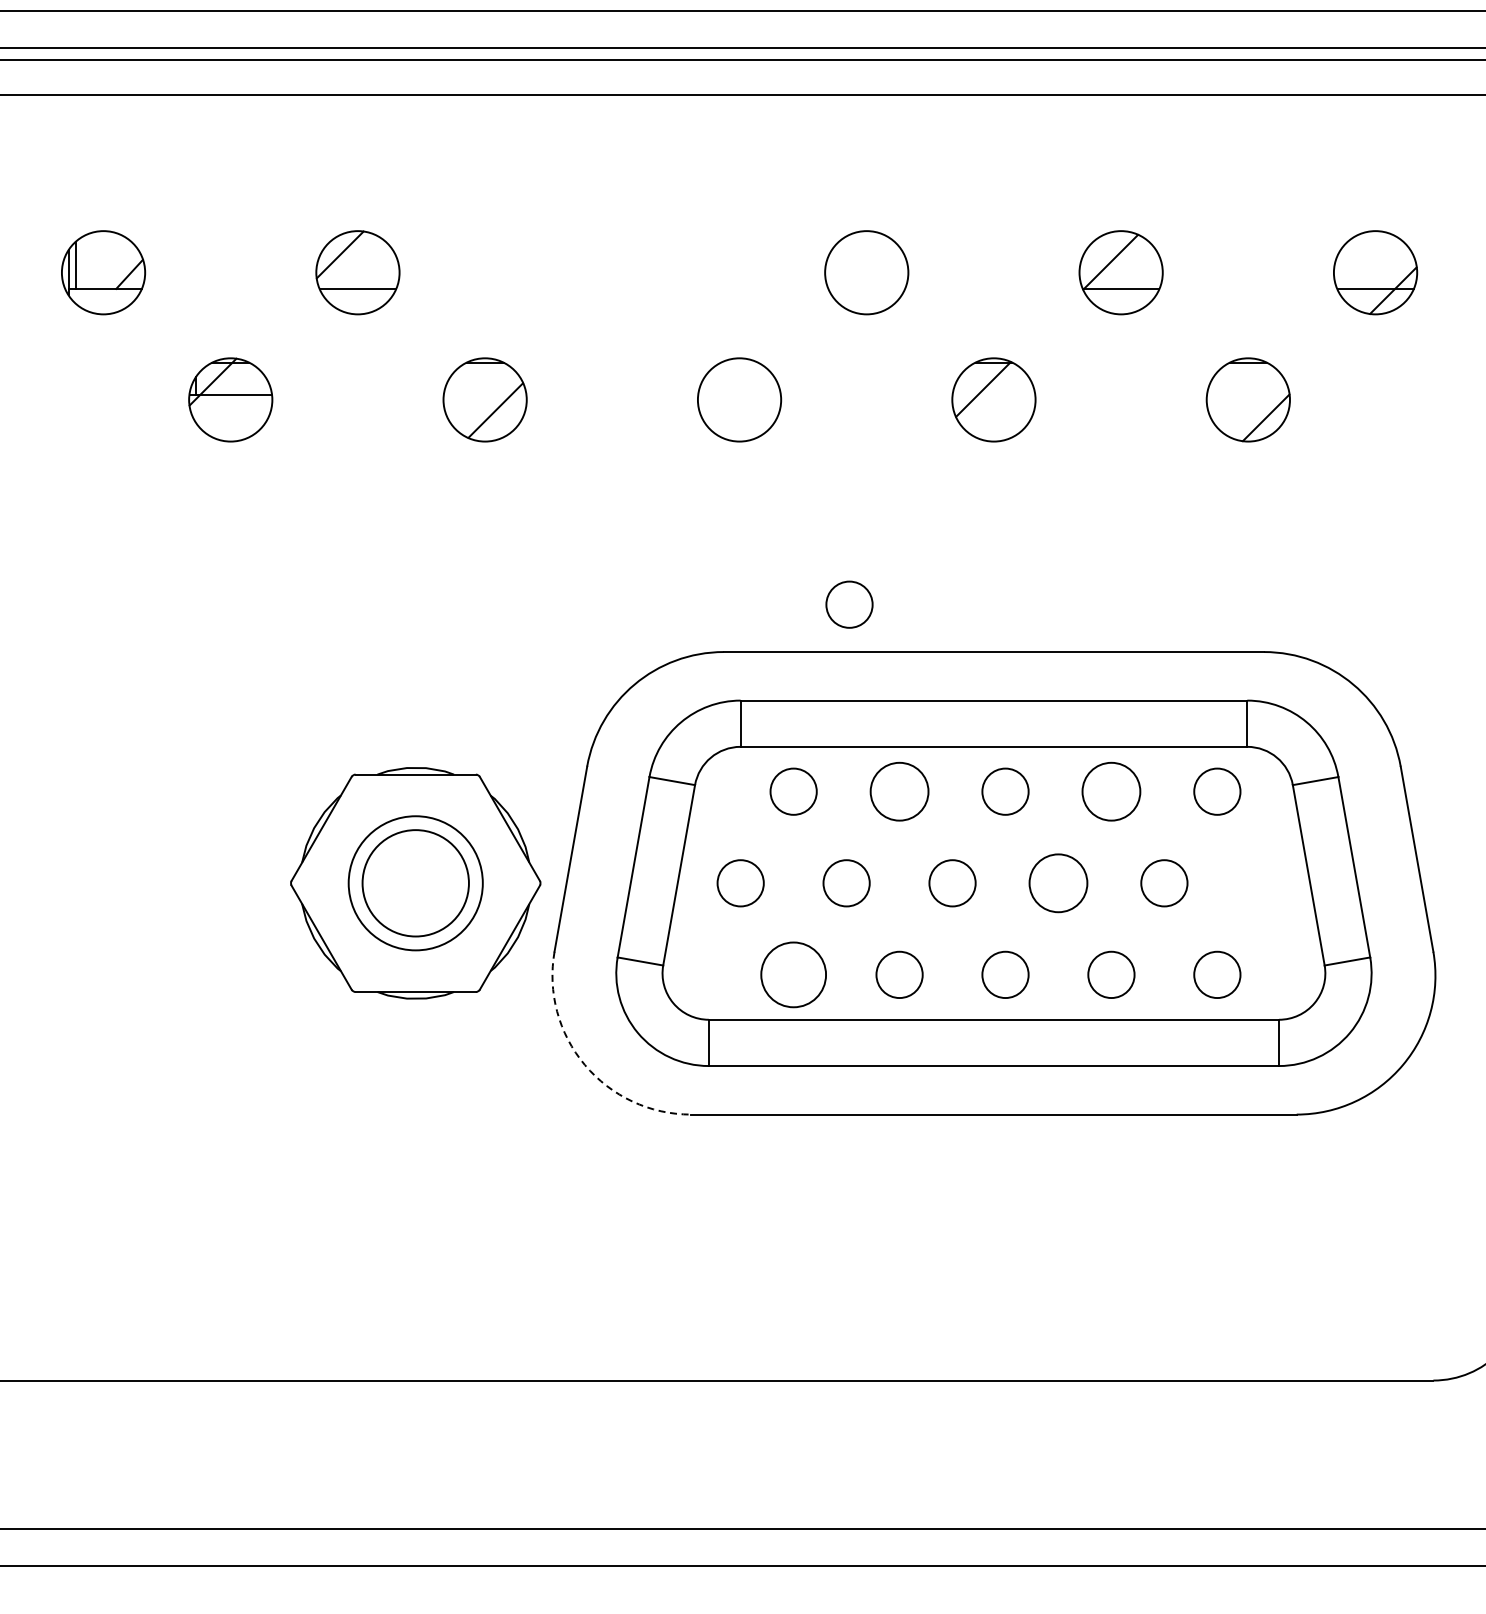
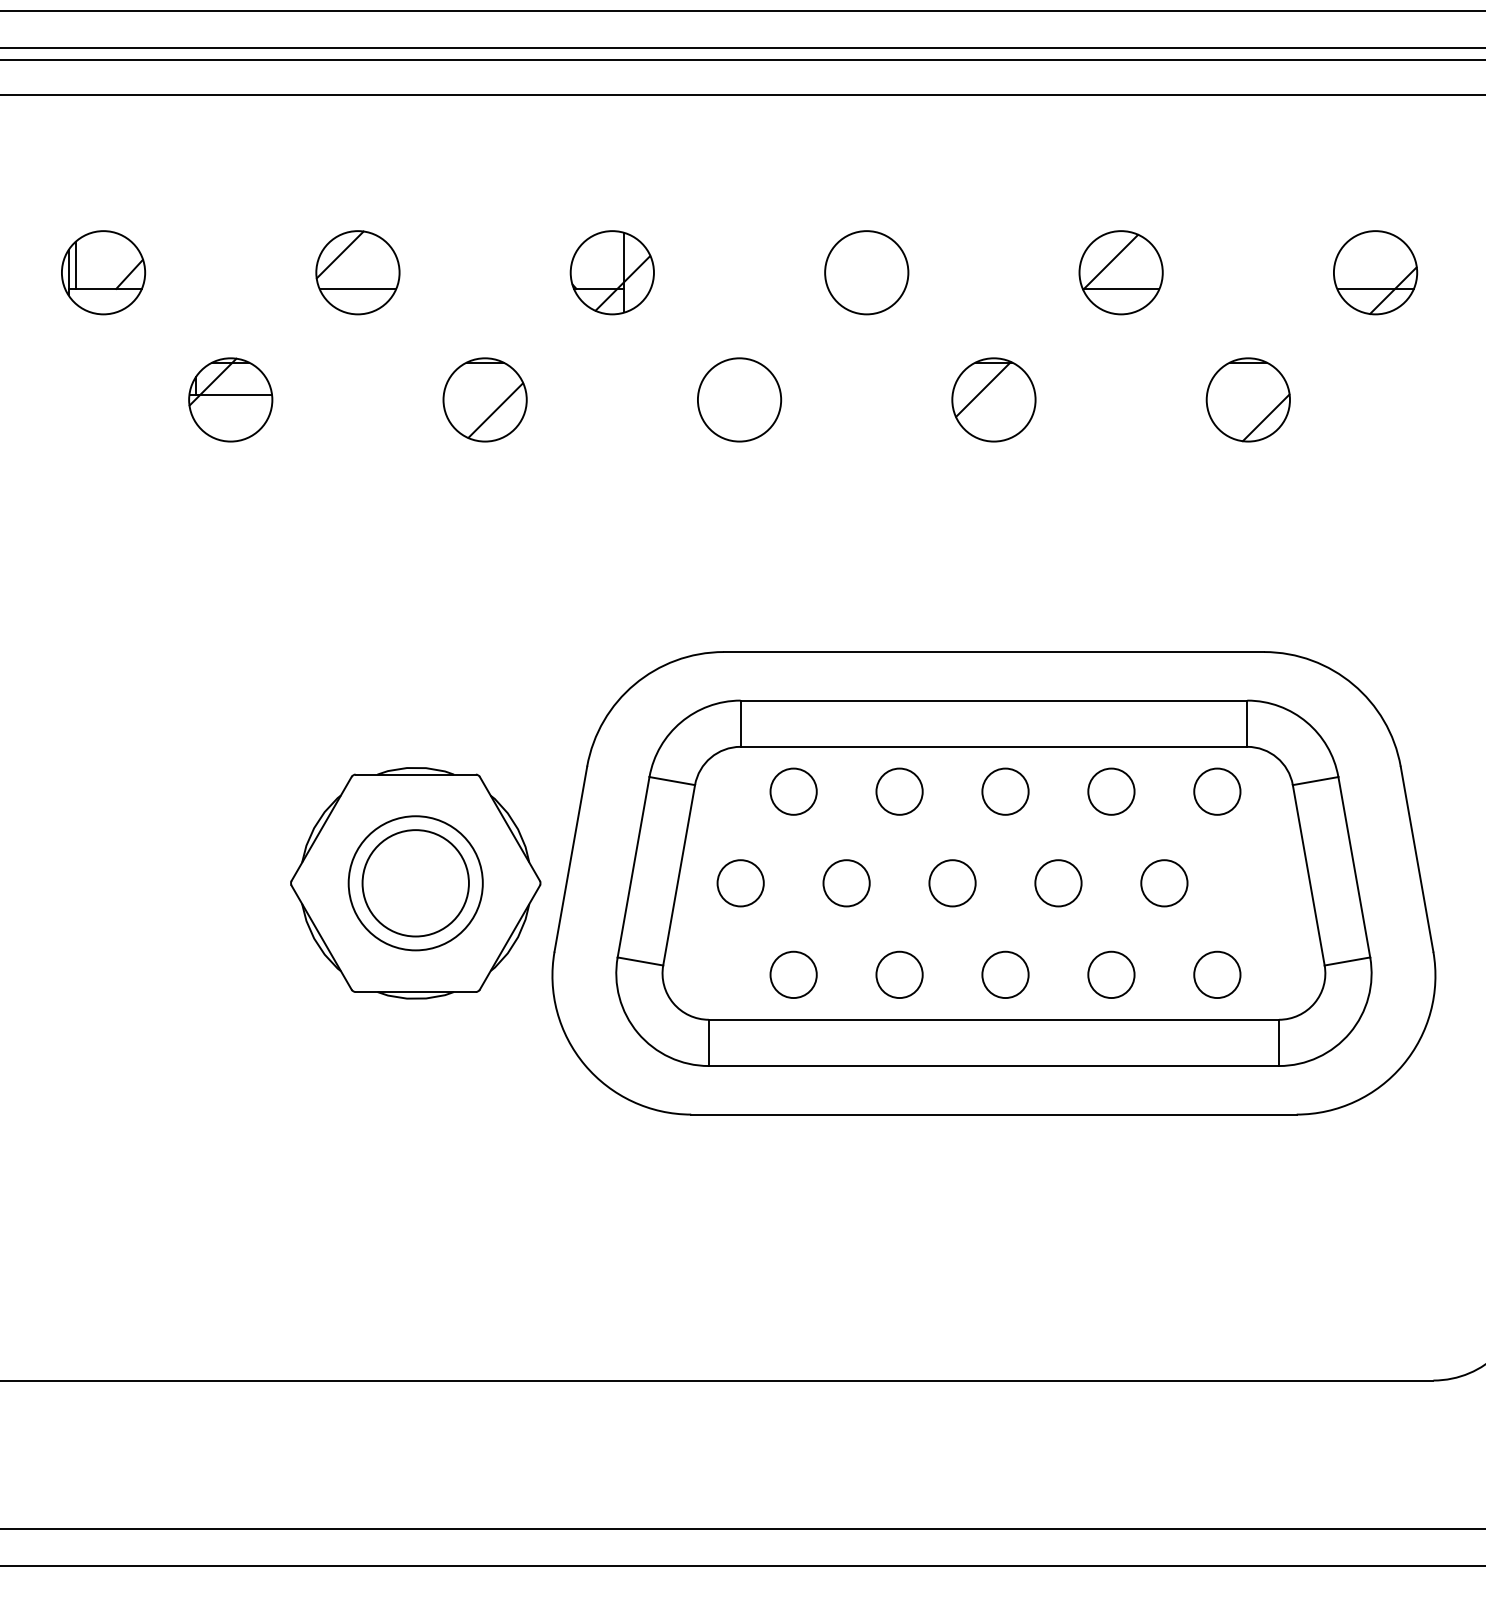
part at (611, 272): none -> present
circle at (849, 604): present -> none
circle at (899, 791) diameter: 58 px -> 46 px
circle at (1111, 791) diameter: 58 px -> 46 px
circle at (1058, 883) diameter: 58 px -> 46 px
circle at (793, 974) diameter: 65 px -> 46 px
arc at (584, 1065): dashed -> solid
